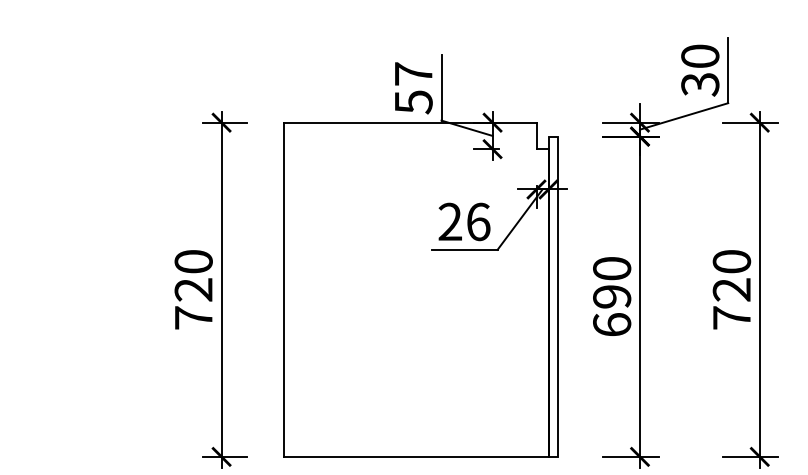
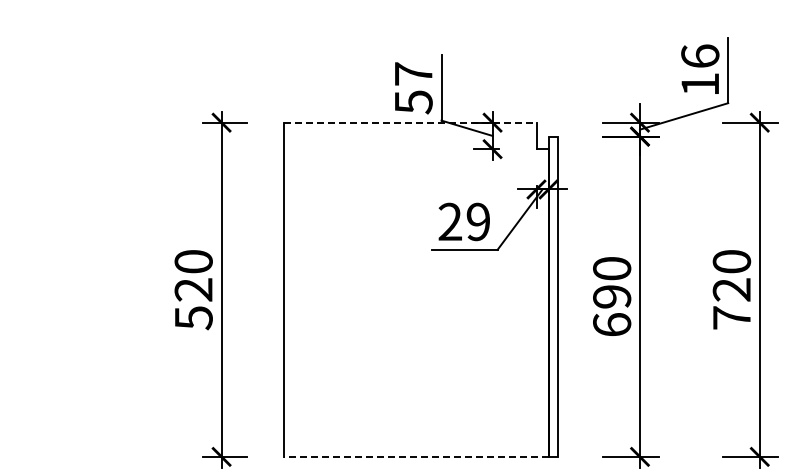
text at (700, 70): 30 -> 16
line at (410, 122): solid -> dashed
text at (478, 221): 26 -> 29
text at (193, 318): 720 -> 520
line at (415, 456): solid -> dashed
